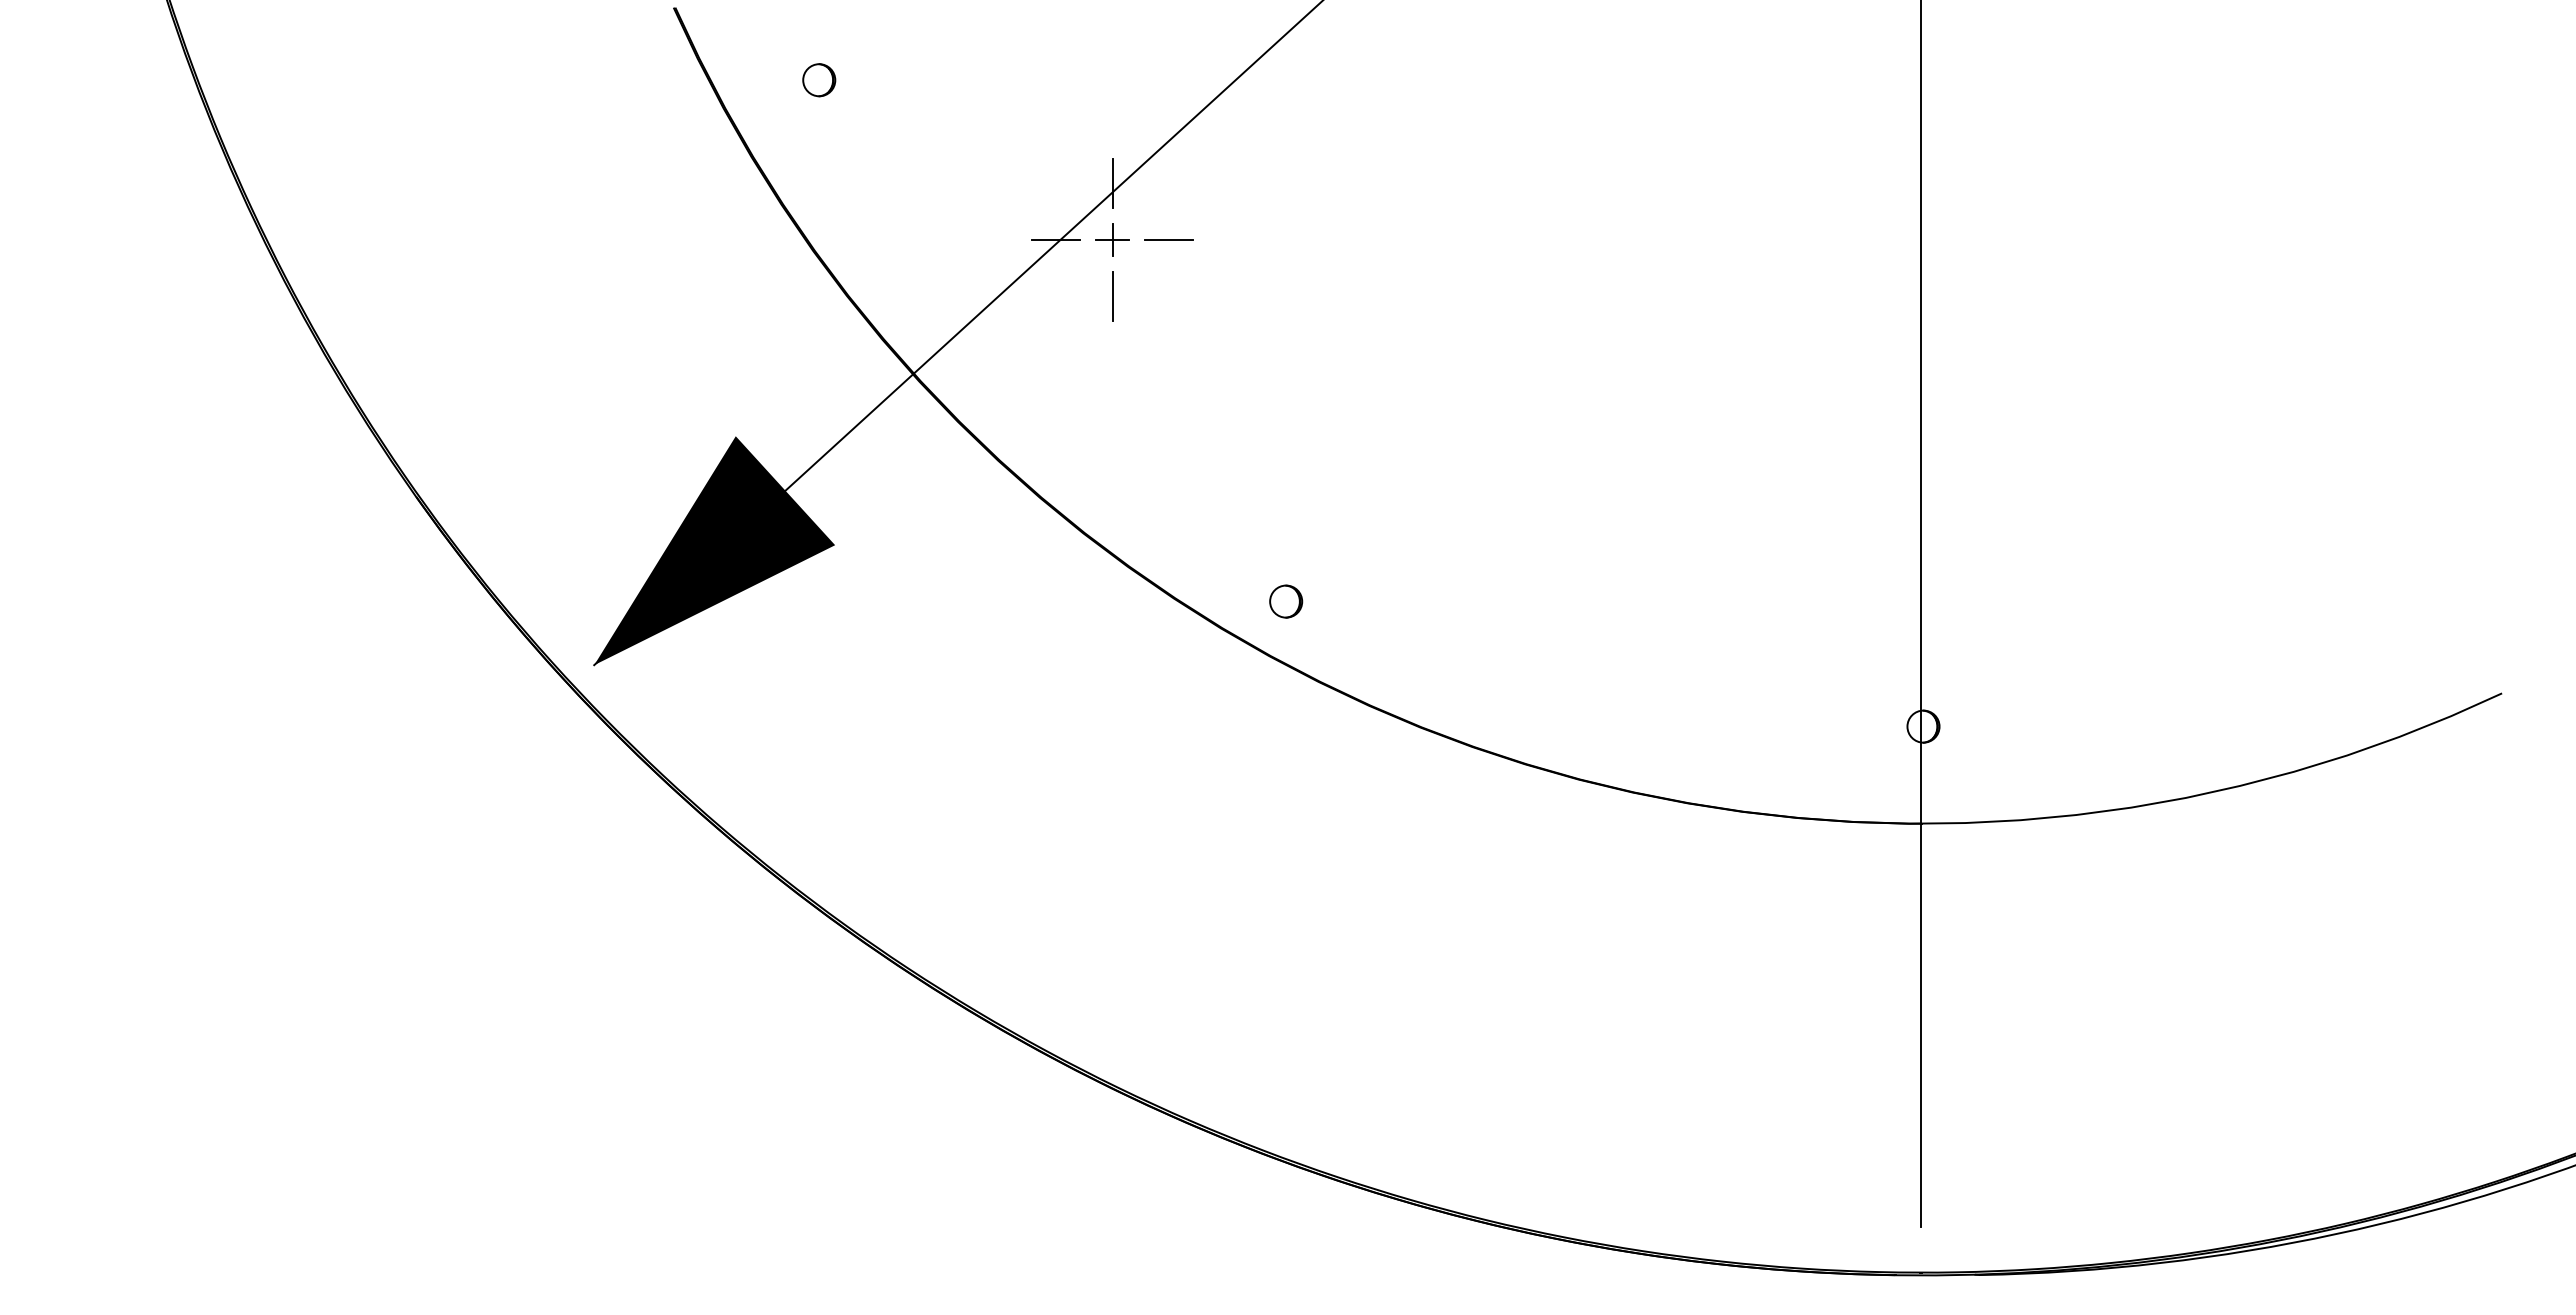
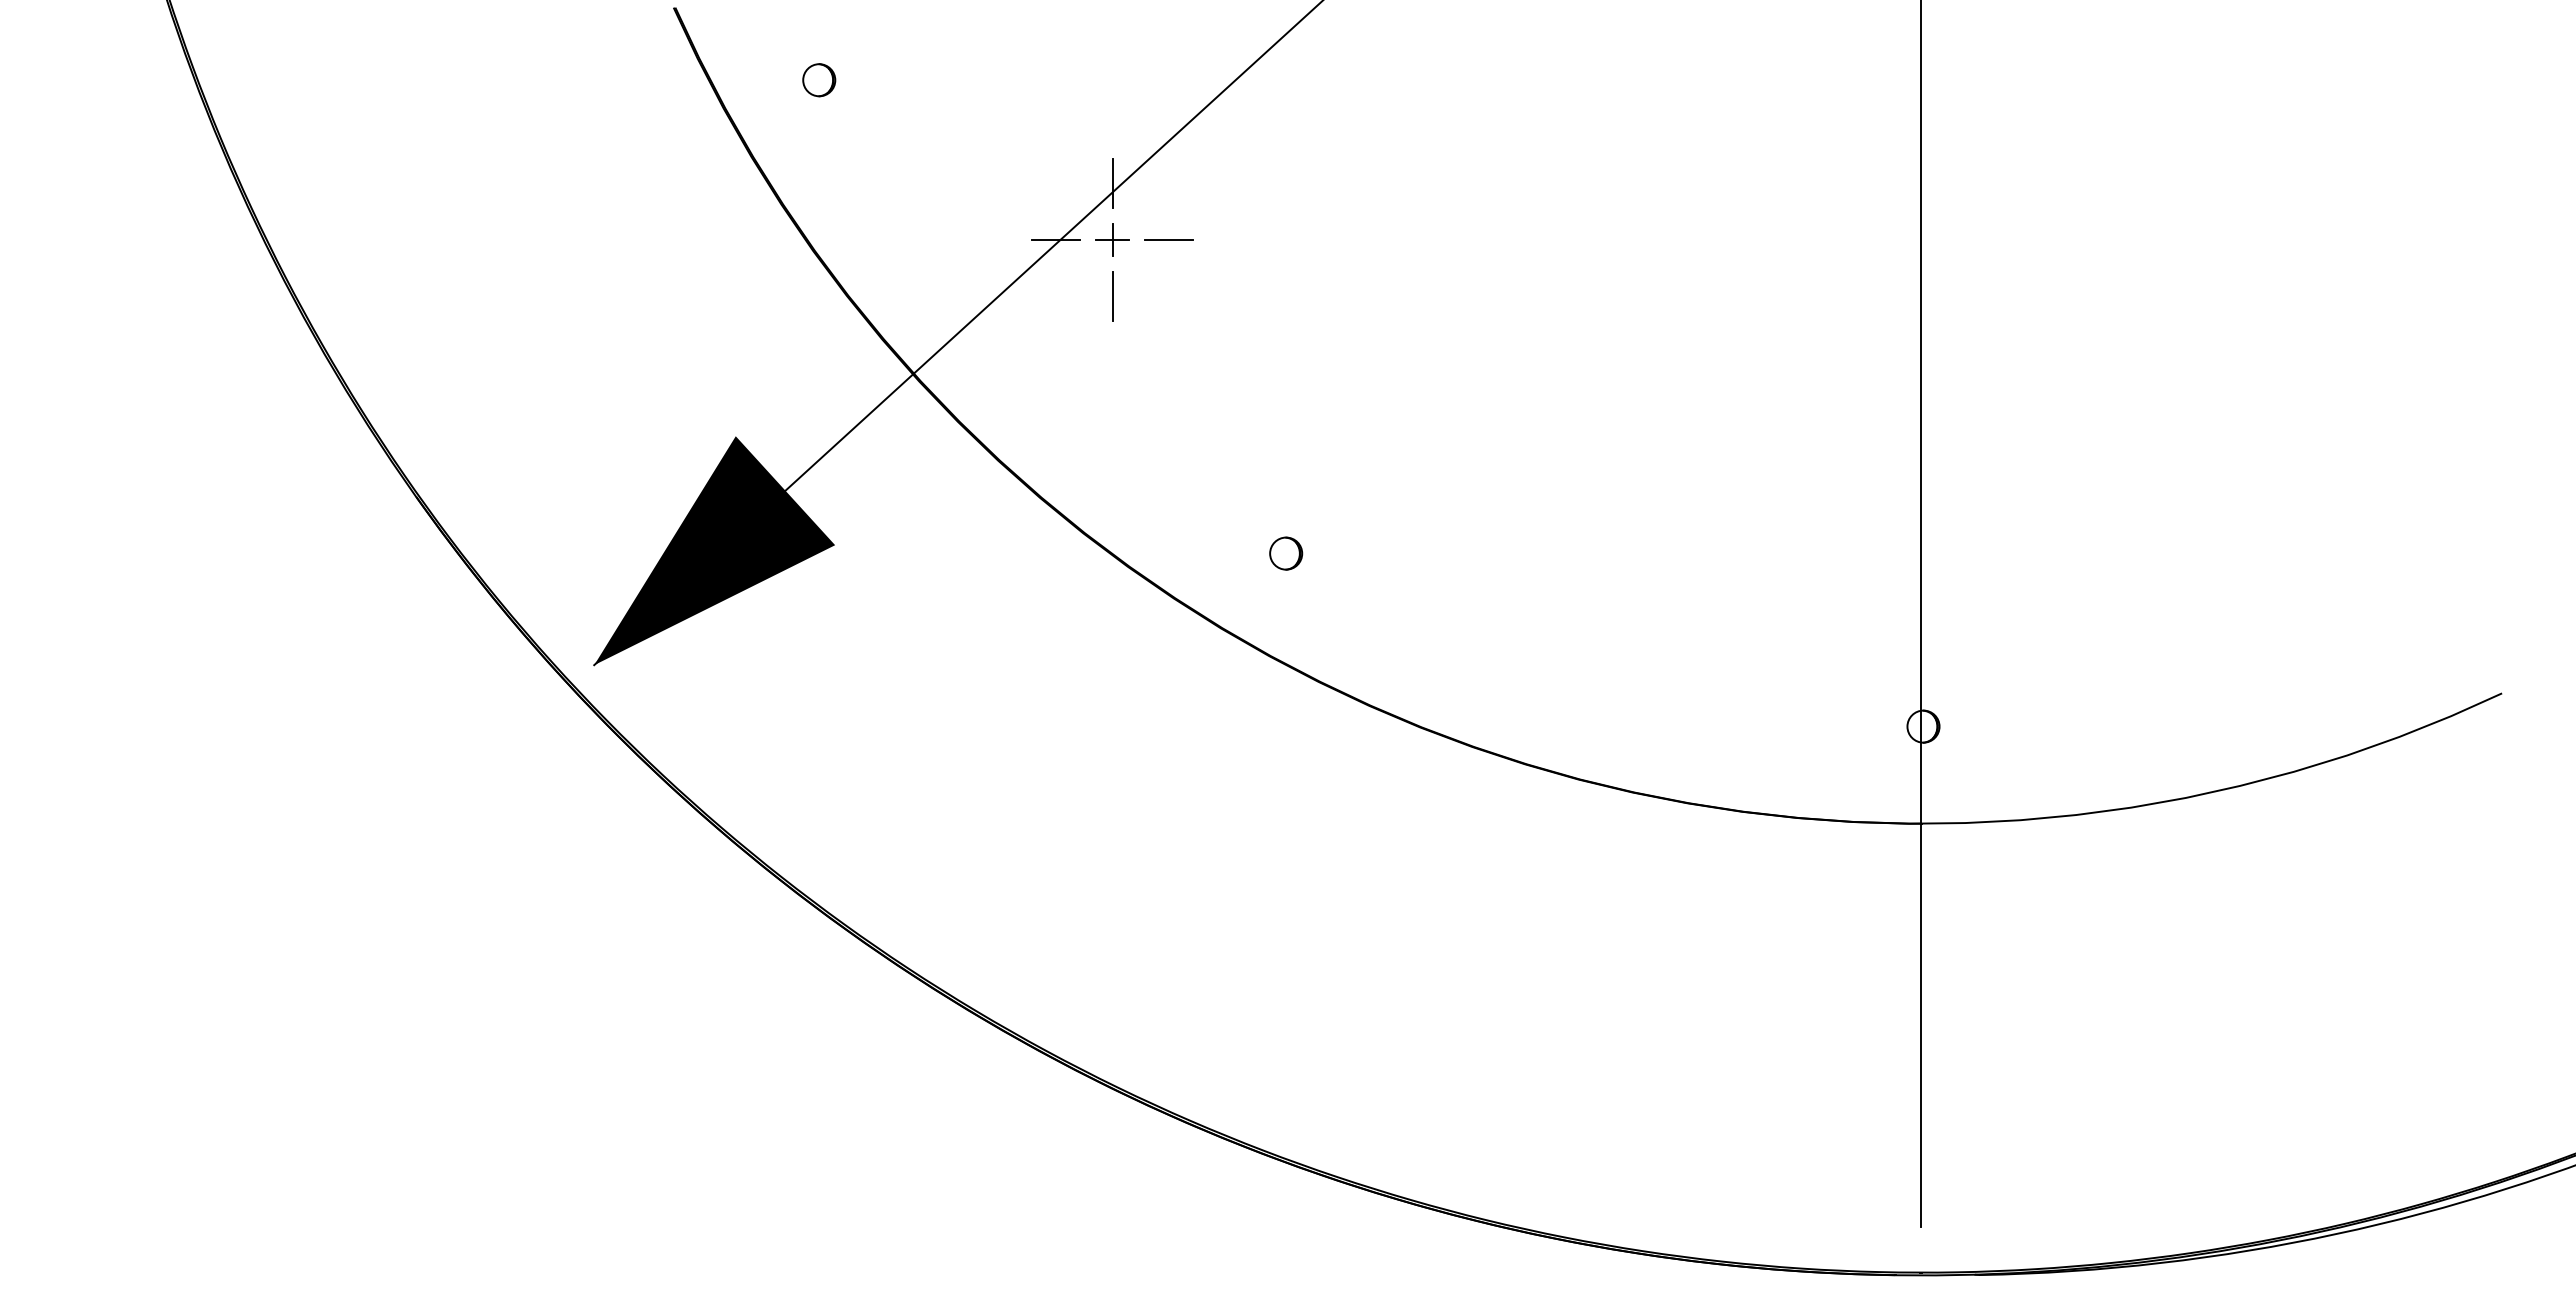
part at (1286, 601) position: (1286, 601) -> (1286, 553)
